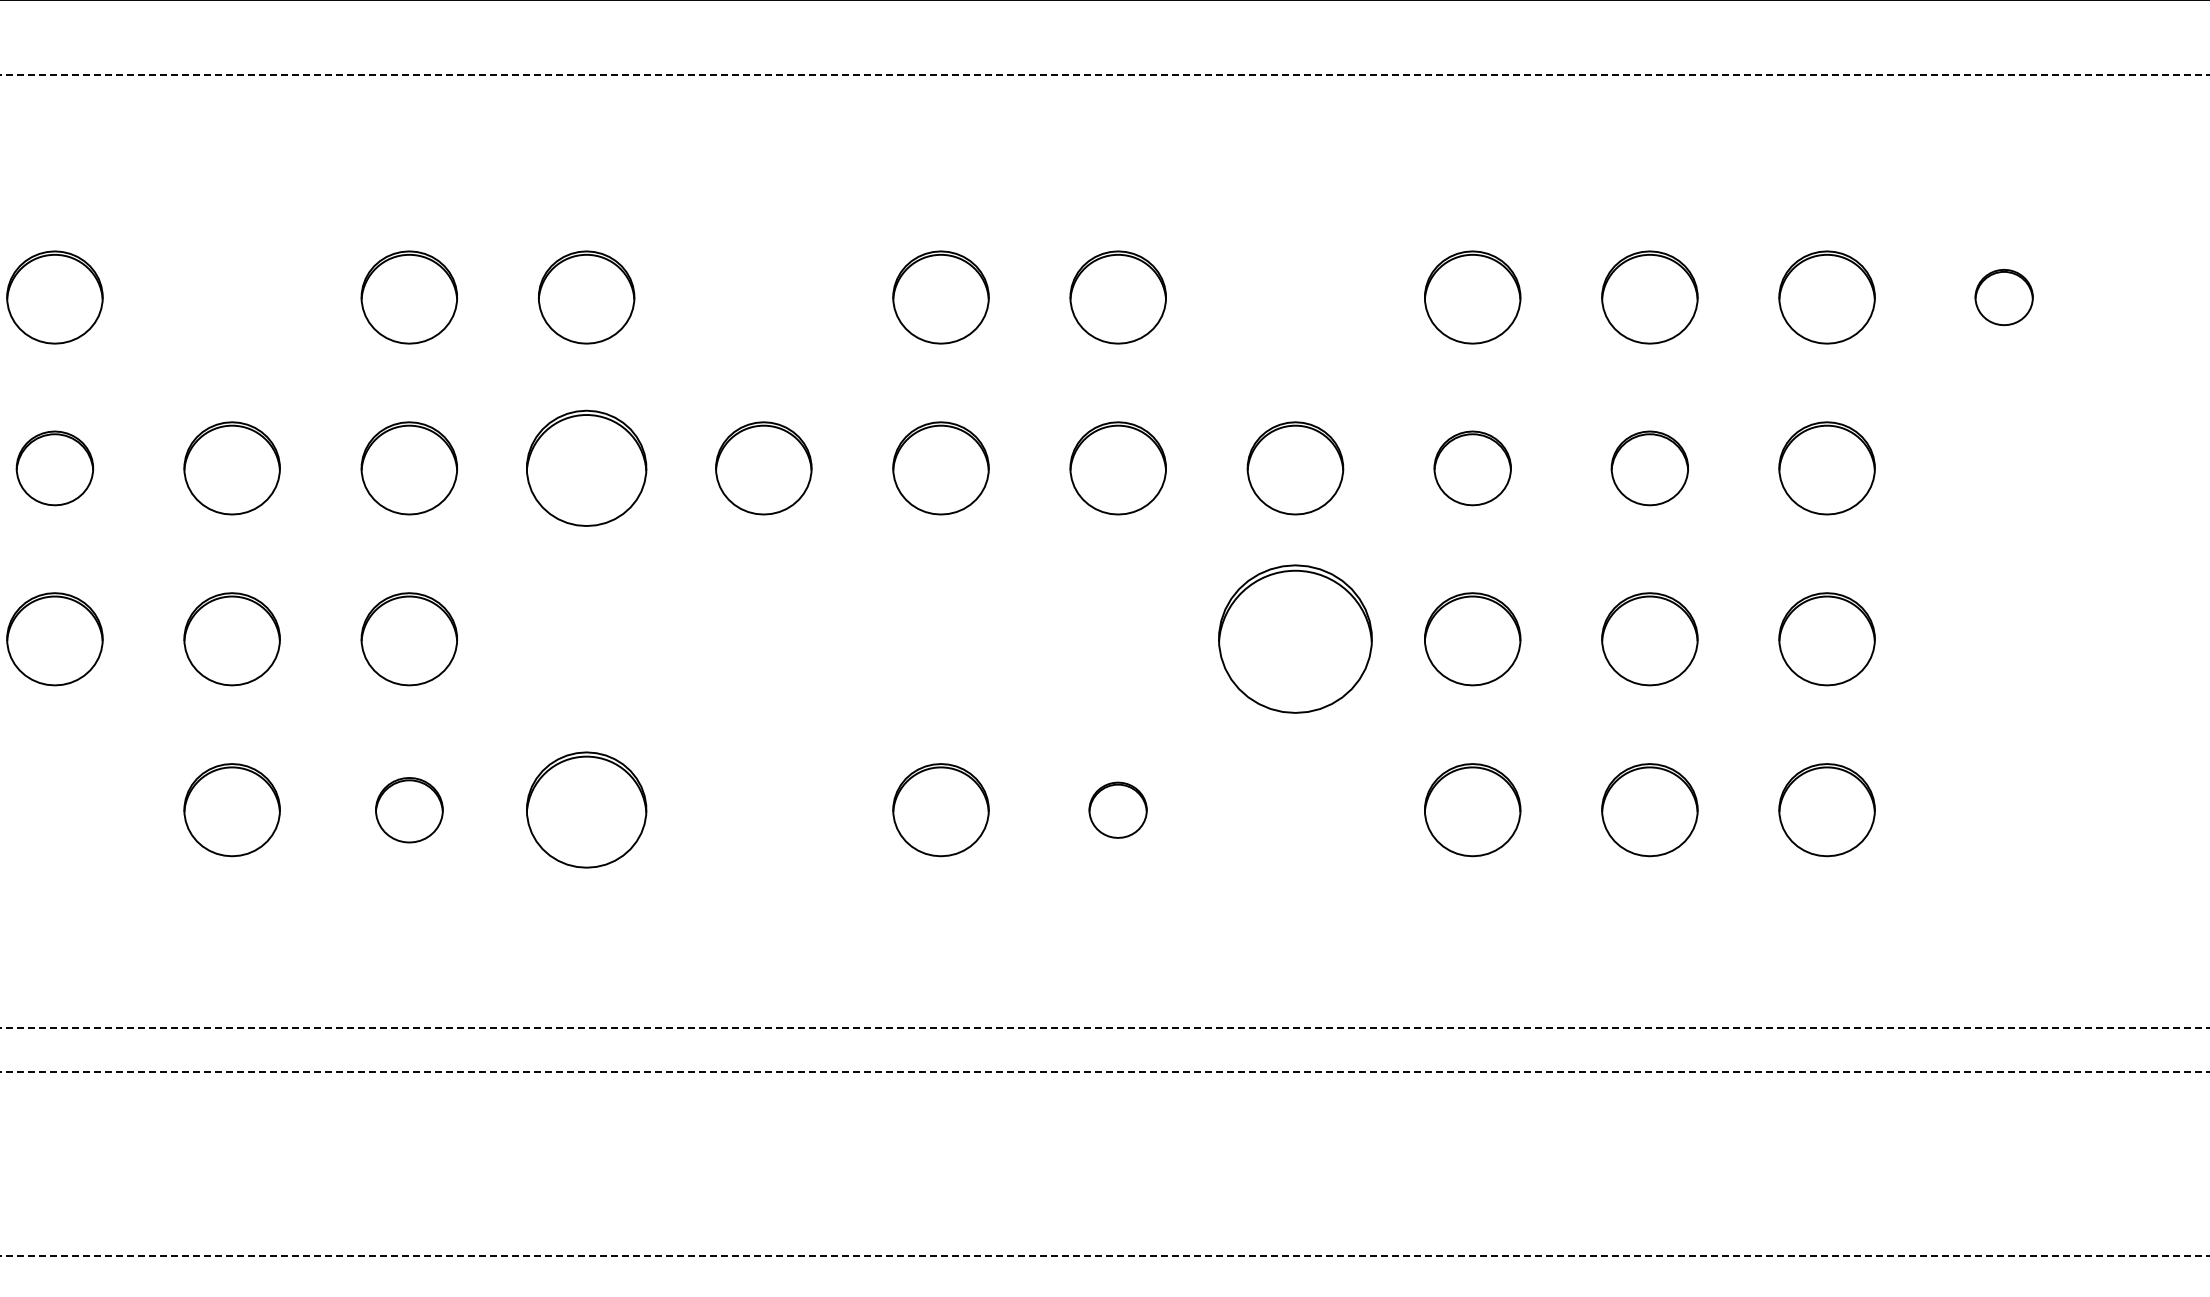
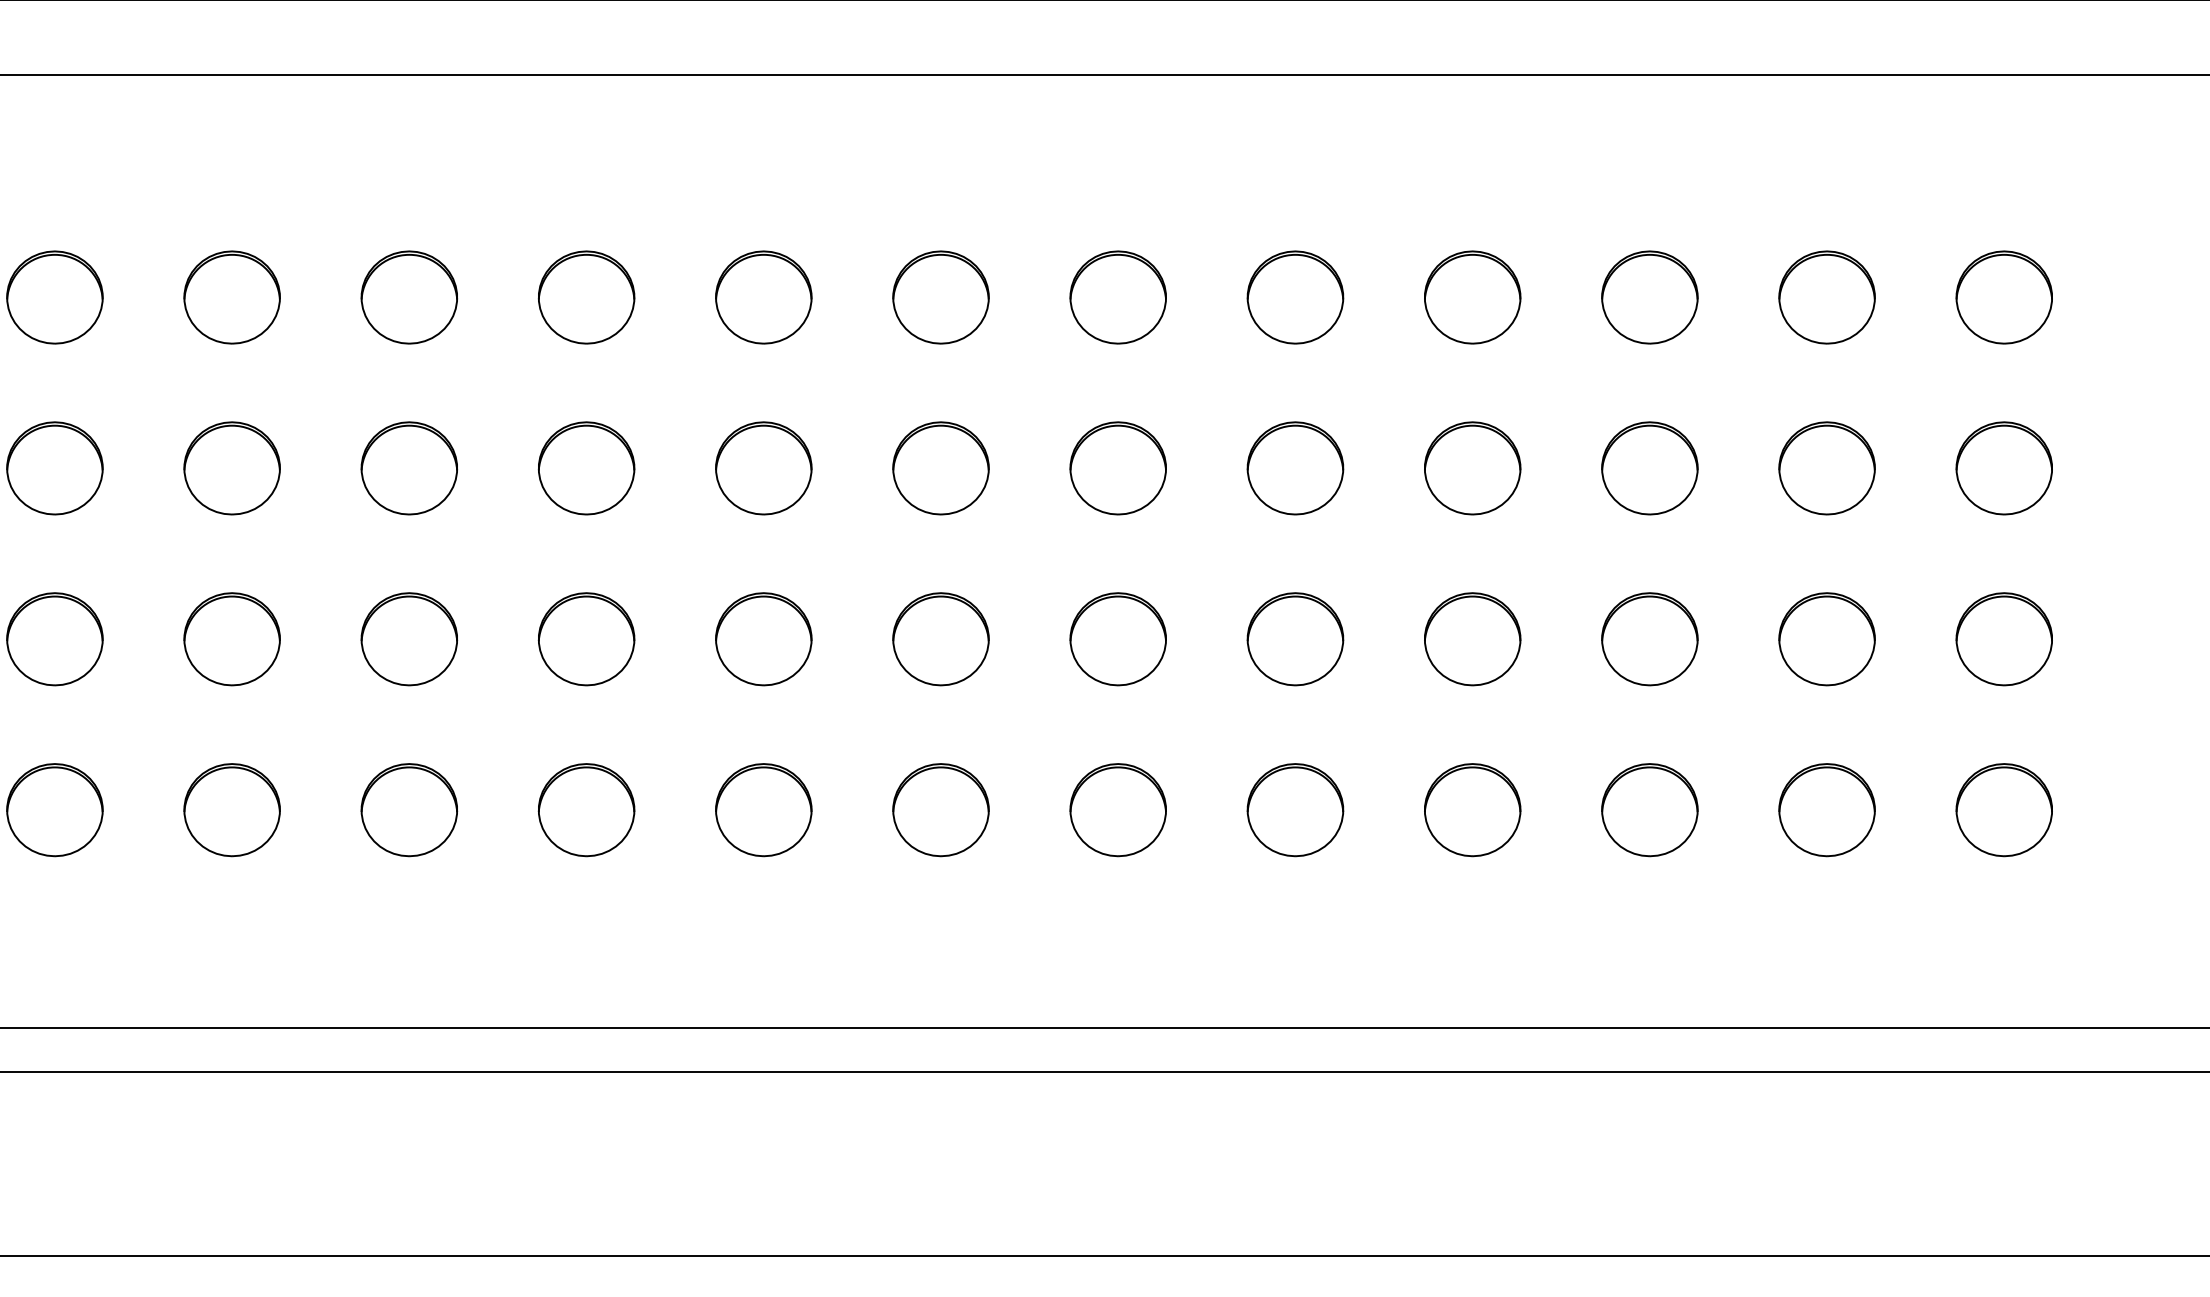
line at (1104, 75): dashed -> solid
part at (231, 297): none -> present
part at (763, 297): none -> present
part at (1295, 297): none -> present
part at (2003, 297) size: 60x58 px -> 98x95 px
part at (586, 467) size: 122x118 px -> 99x95 px
part at (54, 468) size: 80x77 px -> 98x95 px
part at (1472, 468) size: 79x77 px -> 98x95 px
part at (1649, 468) size: 79x77 px -> 98x95 px
part at (2003, 468): none -> present
part at (1295, 638) size: 155x150 px -> 99x95 px
part at (586, 639): none -> present
part at (763, 639): none -> present
part at (940, 639): none -> present
part at (1117, 639): none -> present
part at (2003, 639): none -> present
part at (586, 809) size: 122x118 px -> 99x95 px
part at (1117, 809) size: 60x58 px -> 98x95 px
part at (54, 810): none -> present
part at (409, 810) size: 69x67 px -> 99x95 px
part at (763, 810): none -> present
part at (1295, 810): none -> present
part at (2003, 810): none -> present
line at (1104, 1028): dashed -> solid
line at (1104, 1071): dashed -> solid
line at (1104, 1256): dashed -> solid
